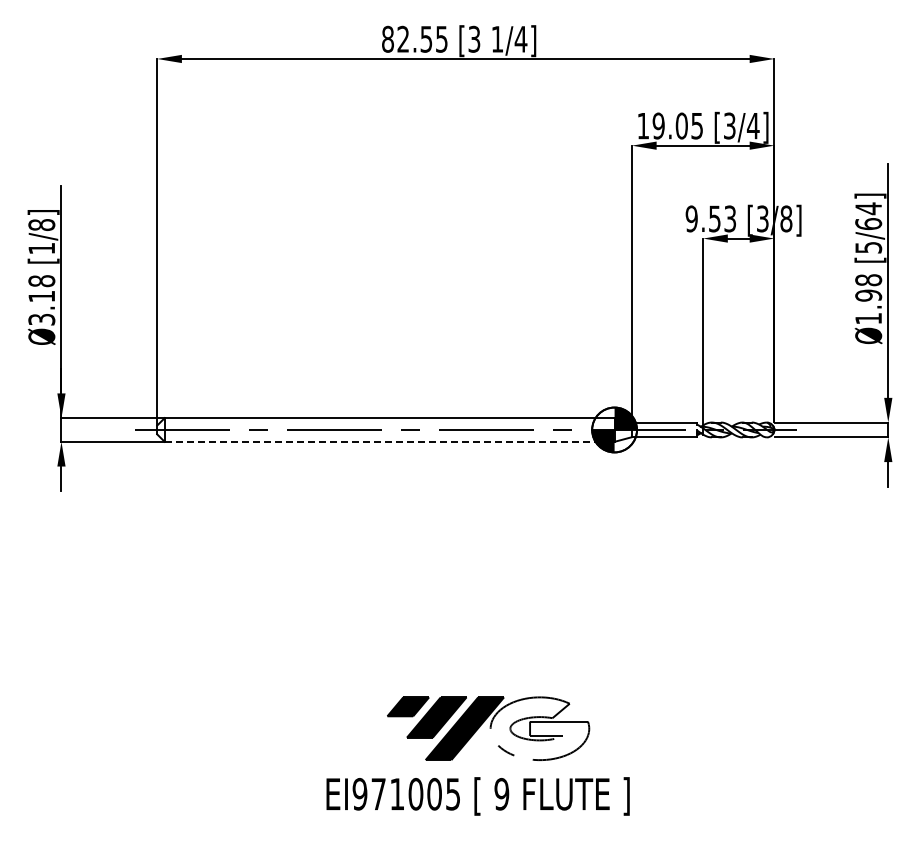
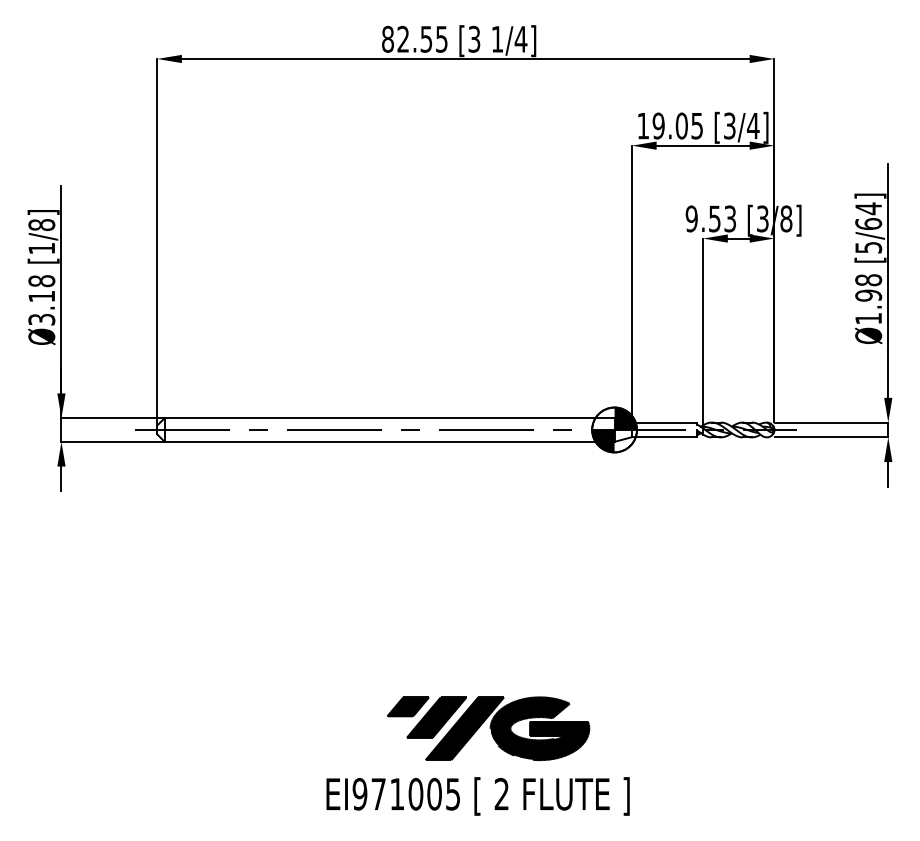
line at (389, 441): dashed -> solid
fill at (539, 728): none -> present
text at (501, 794): 9 -> 2
